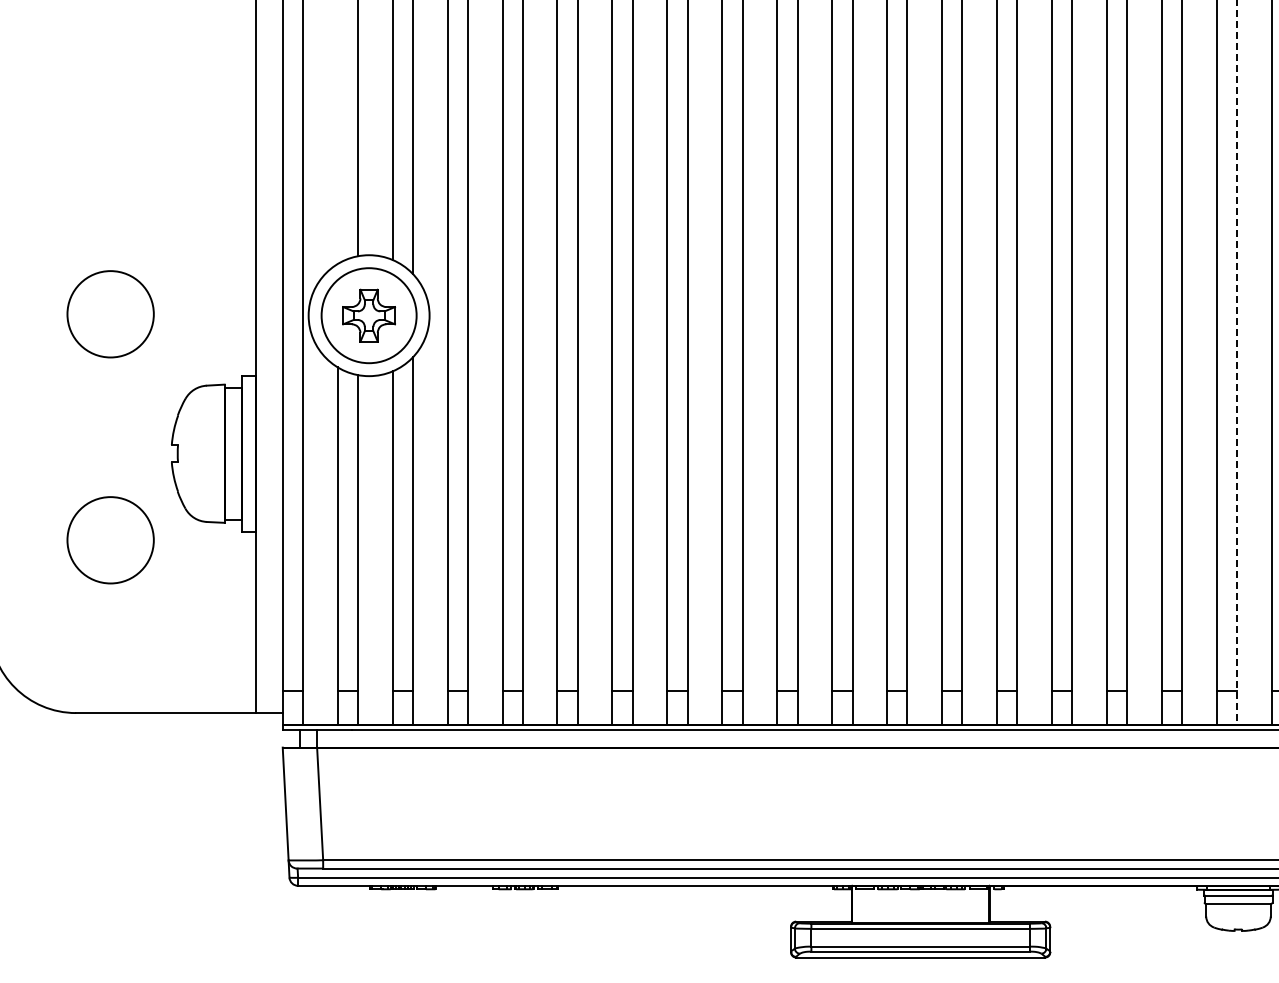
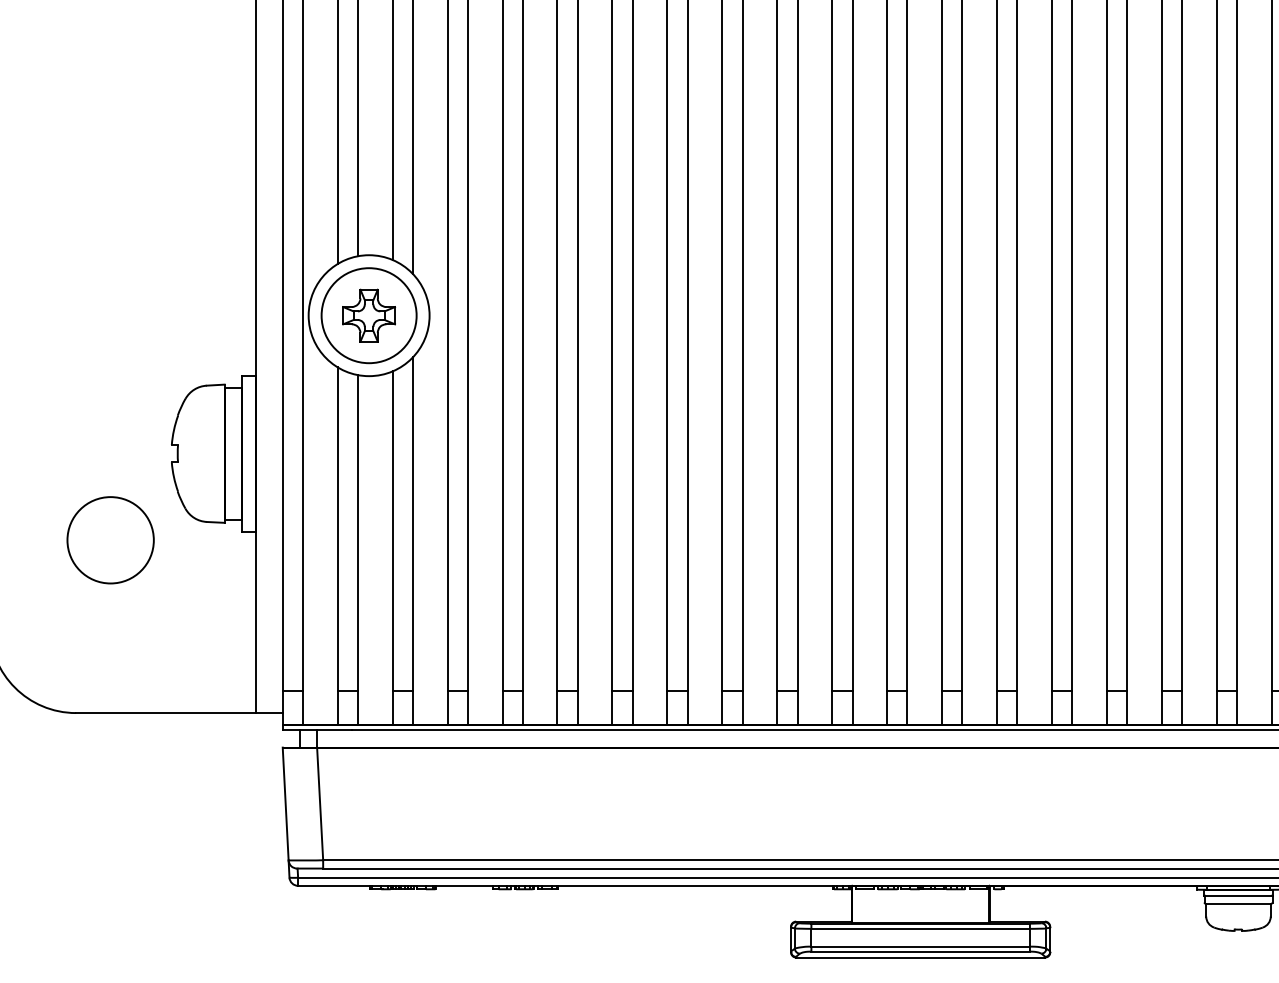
line at (337, 133): none -> present
circle at (110, 314): present -> none
line at (1237, 363): dashed -> solid
